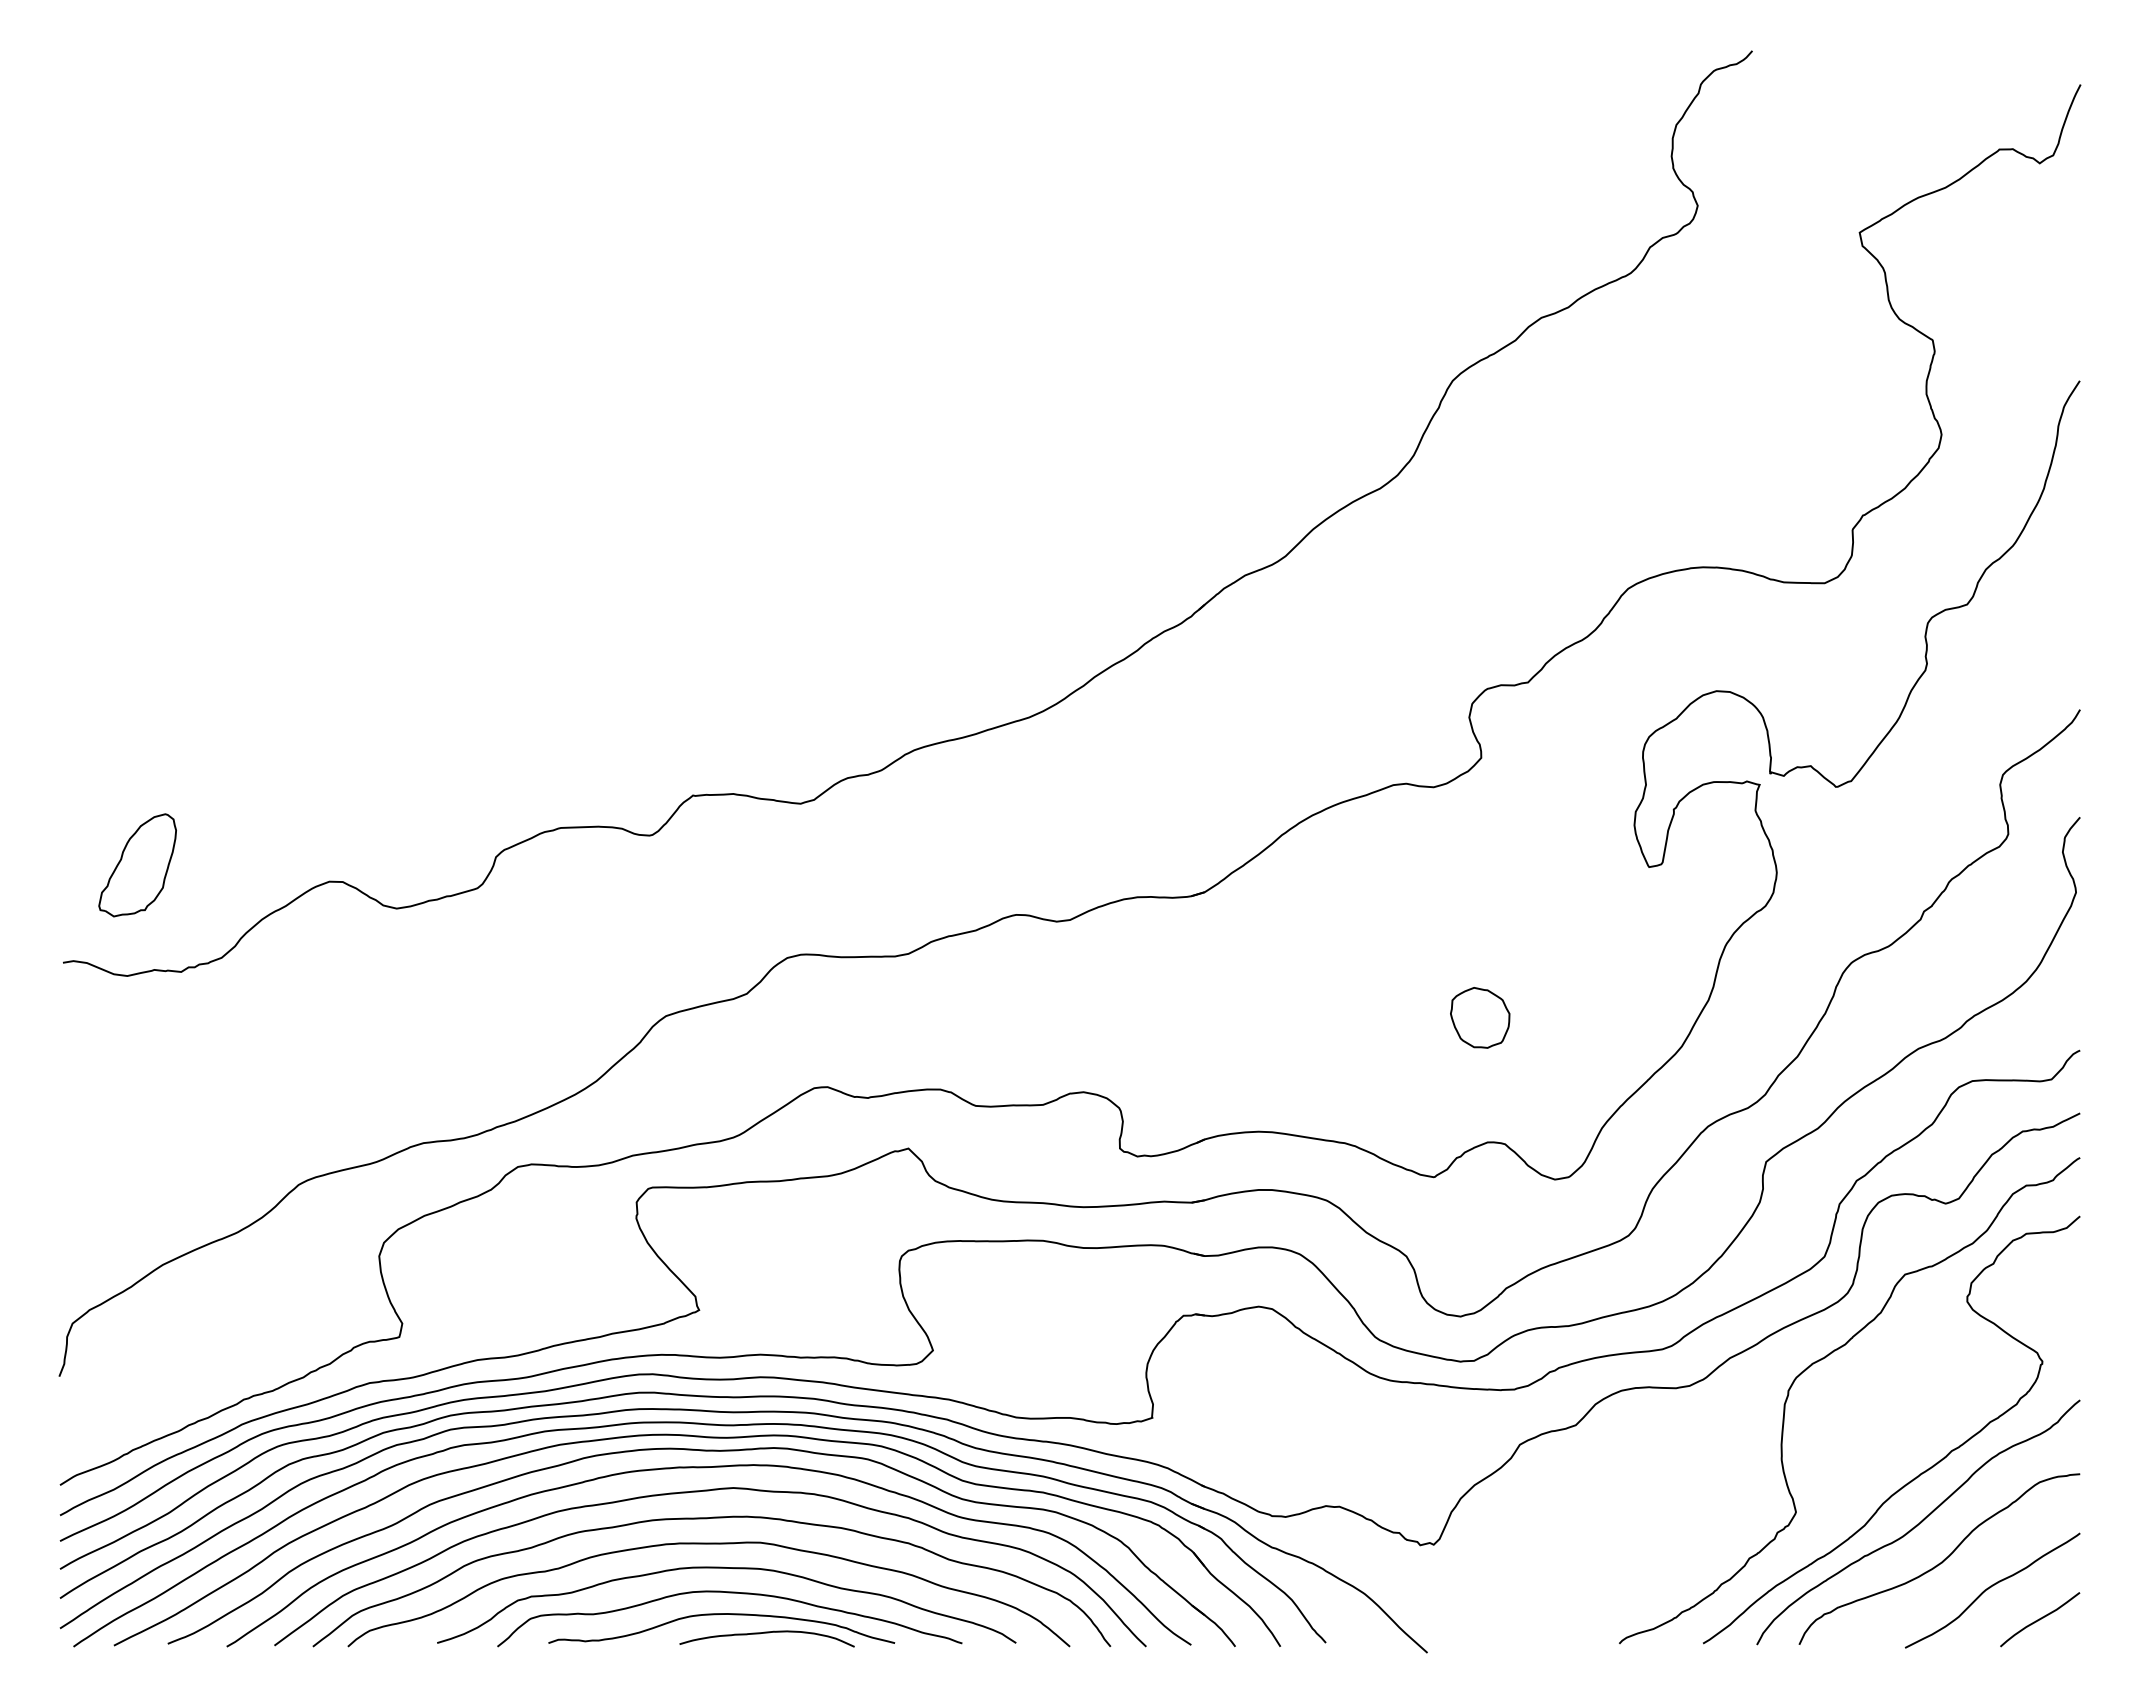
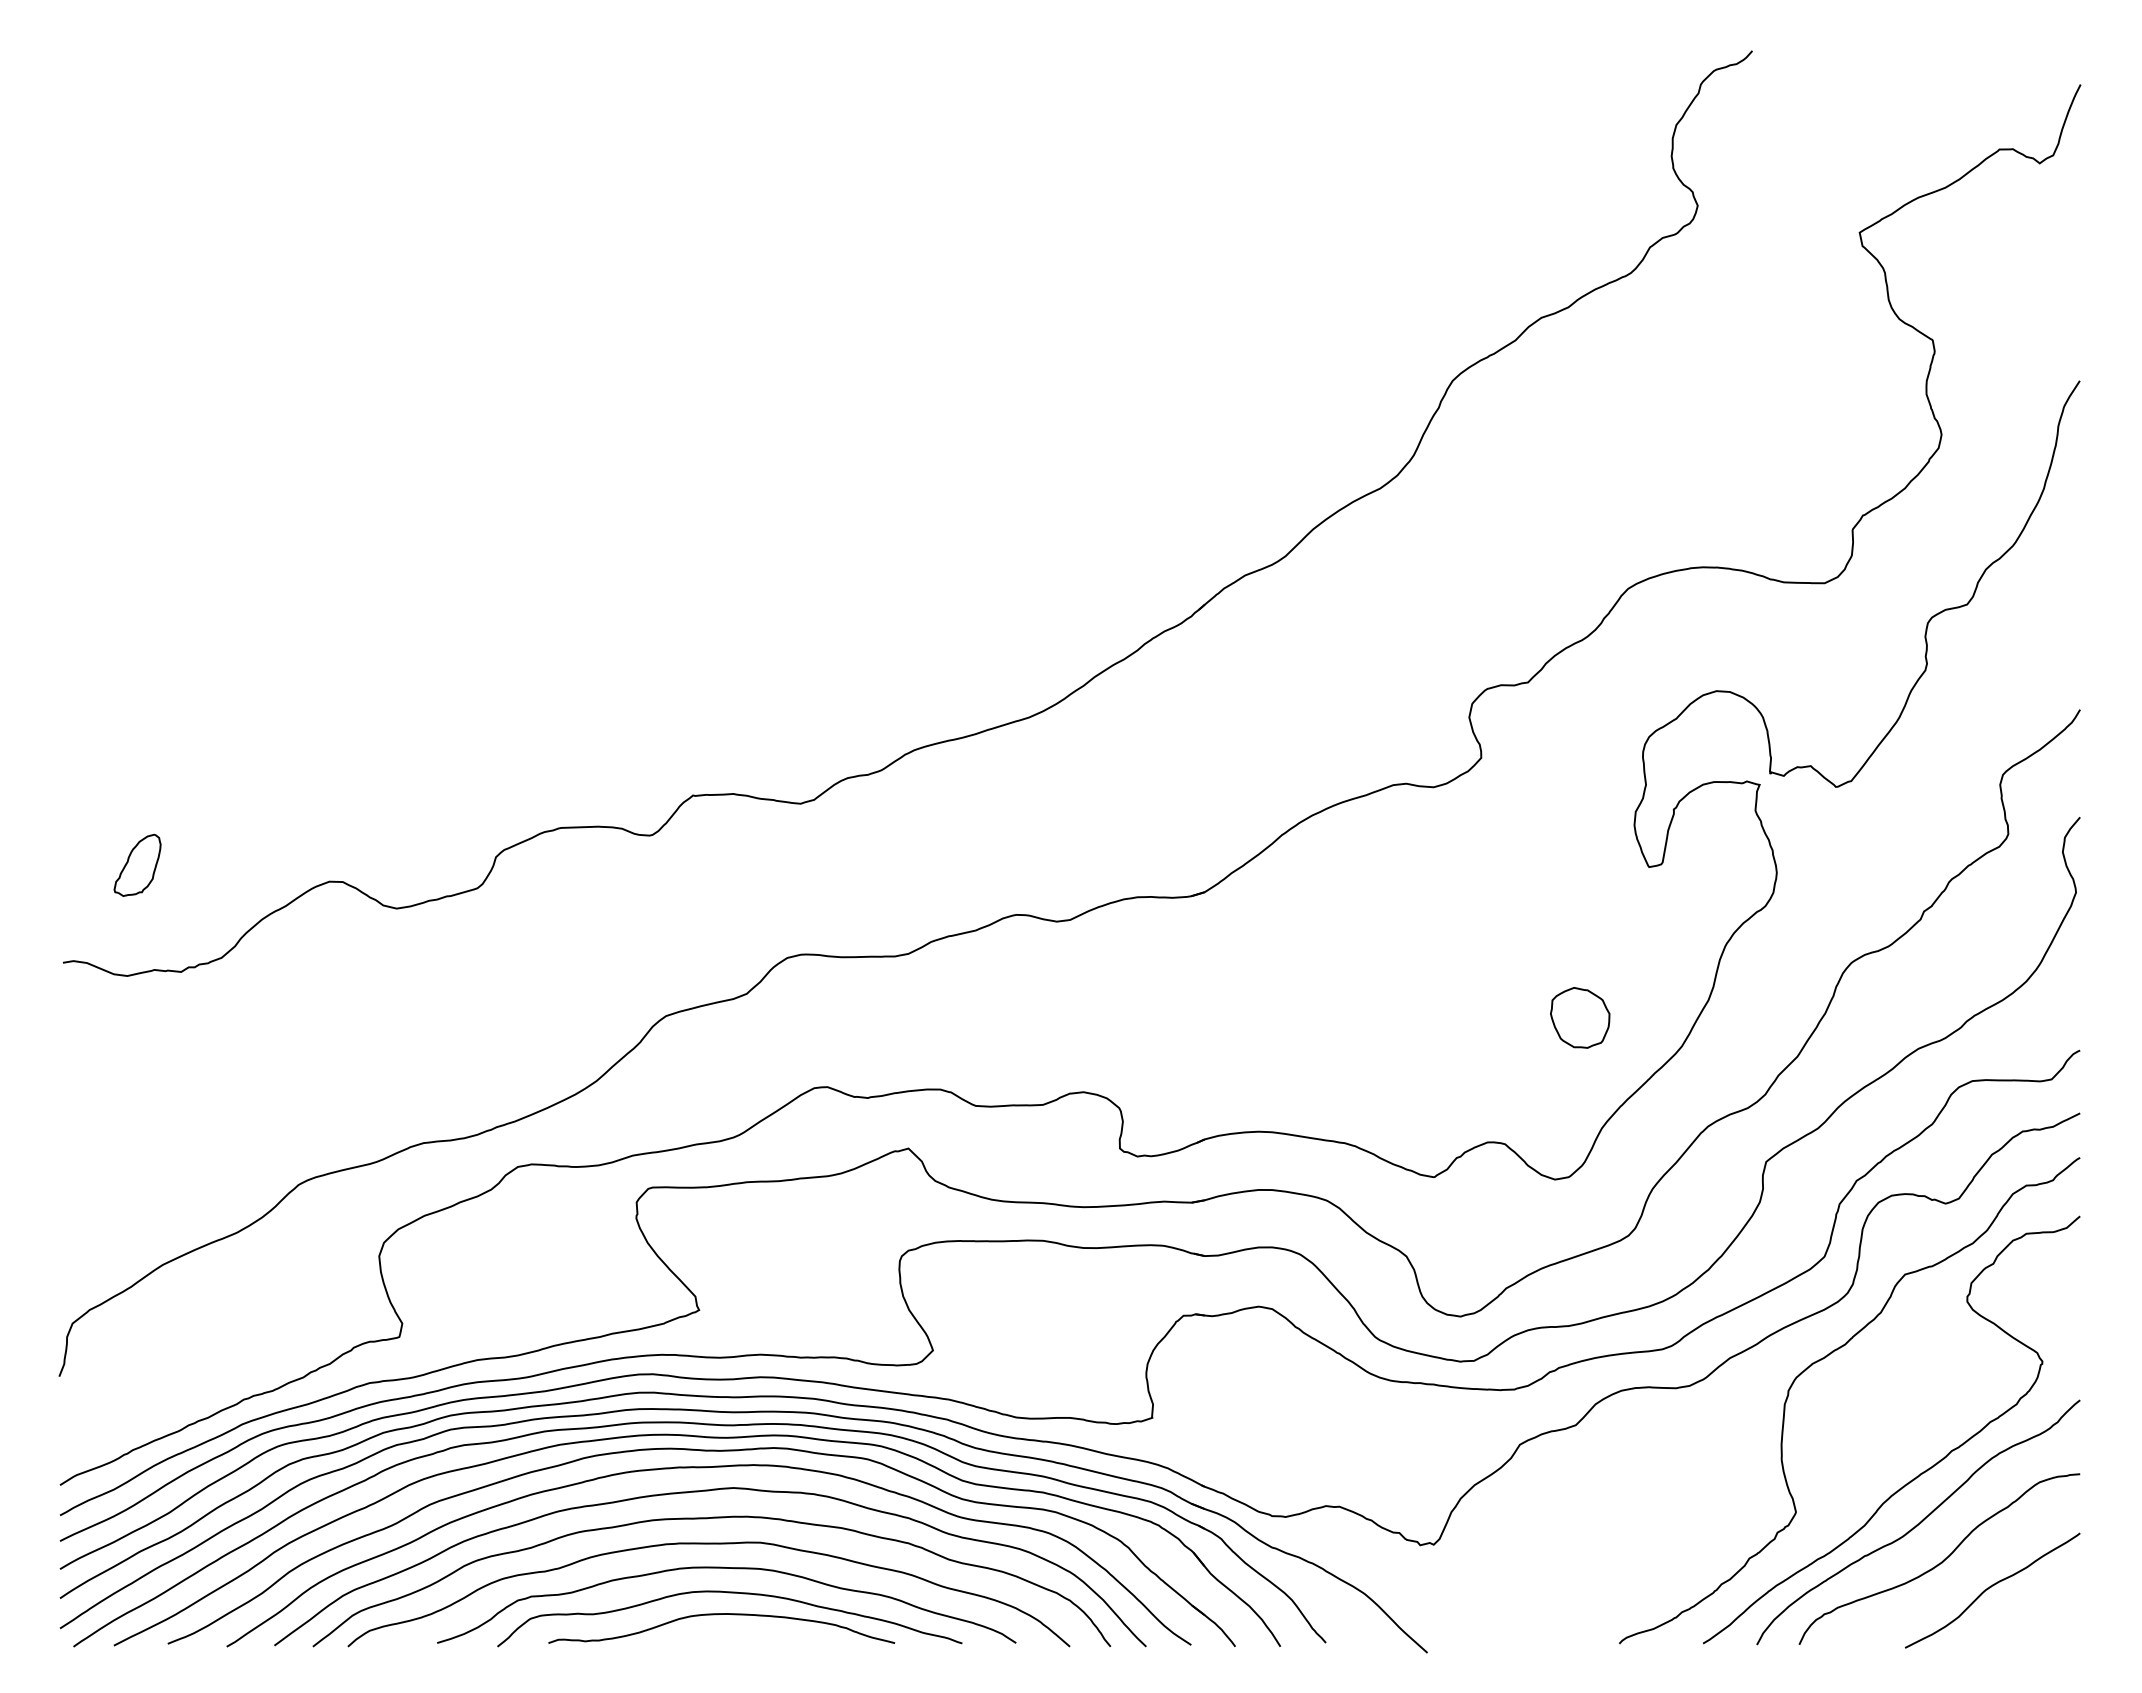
part at (137, 865) size: 79x105 px -> 49x64 px
part at (1480, 1017) position: (1480, 1017) -> (1580, 1017)
curve at (2040, 1619): present -> none
curve at (766, 1633): present -> none
